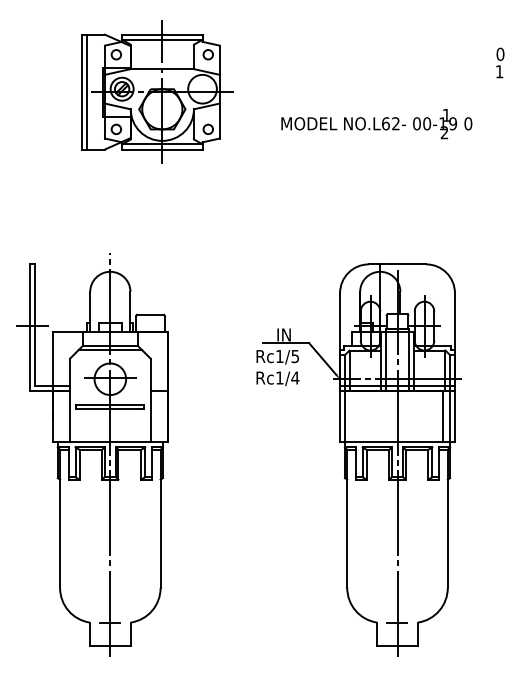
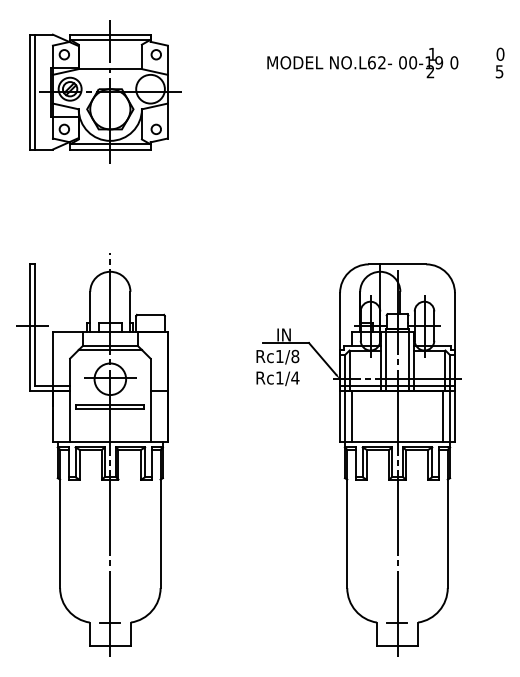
text at (499, 71): 1 -> 5
part at (157, 91) position: (157, 91) -> (105, 91)
text at (376, 124) position: (376, 124) -> (362, 63)
text at (295, 356): Rc1/5 -> Rc1/8
line at (352, 416): none -> present
